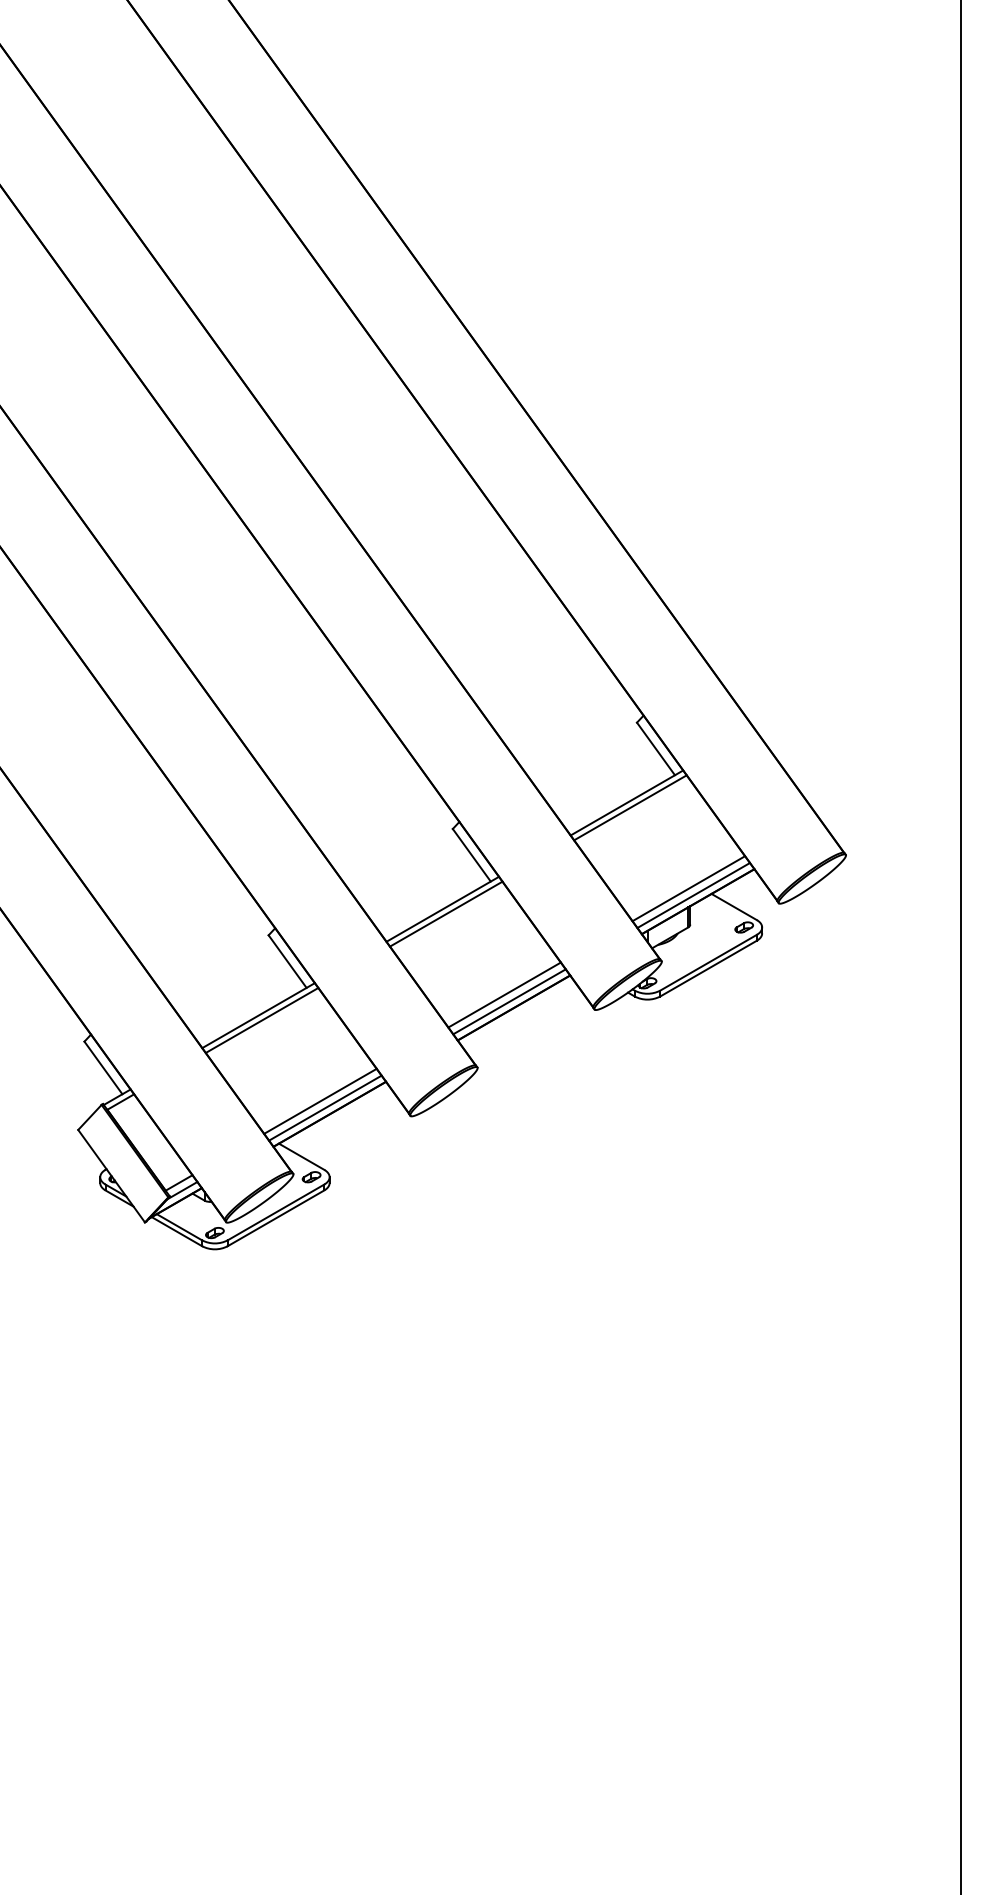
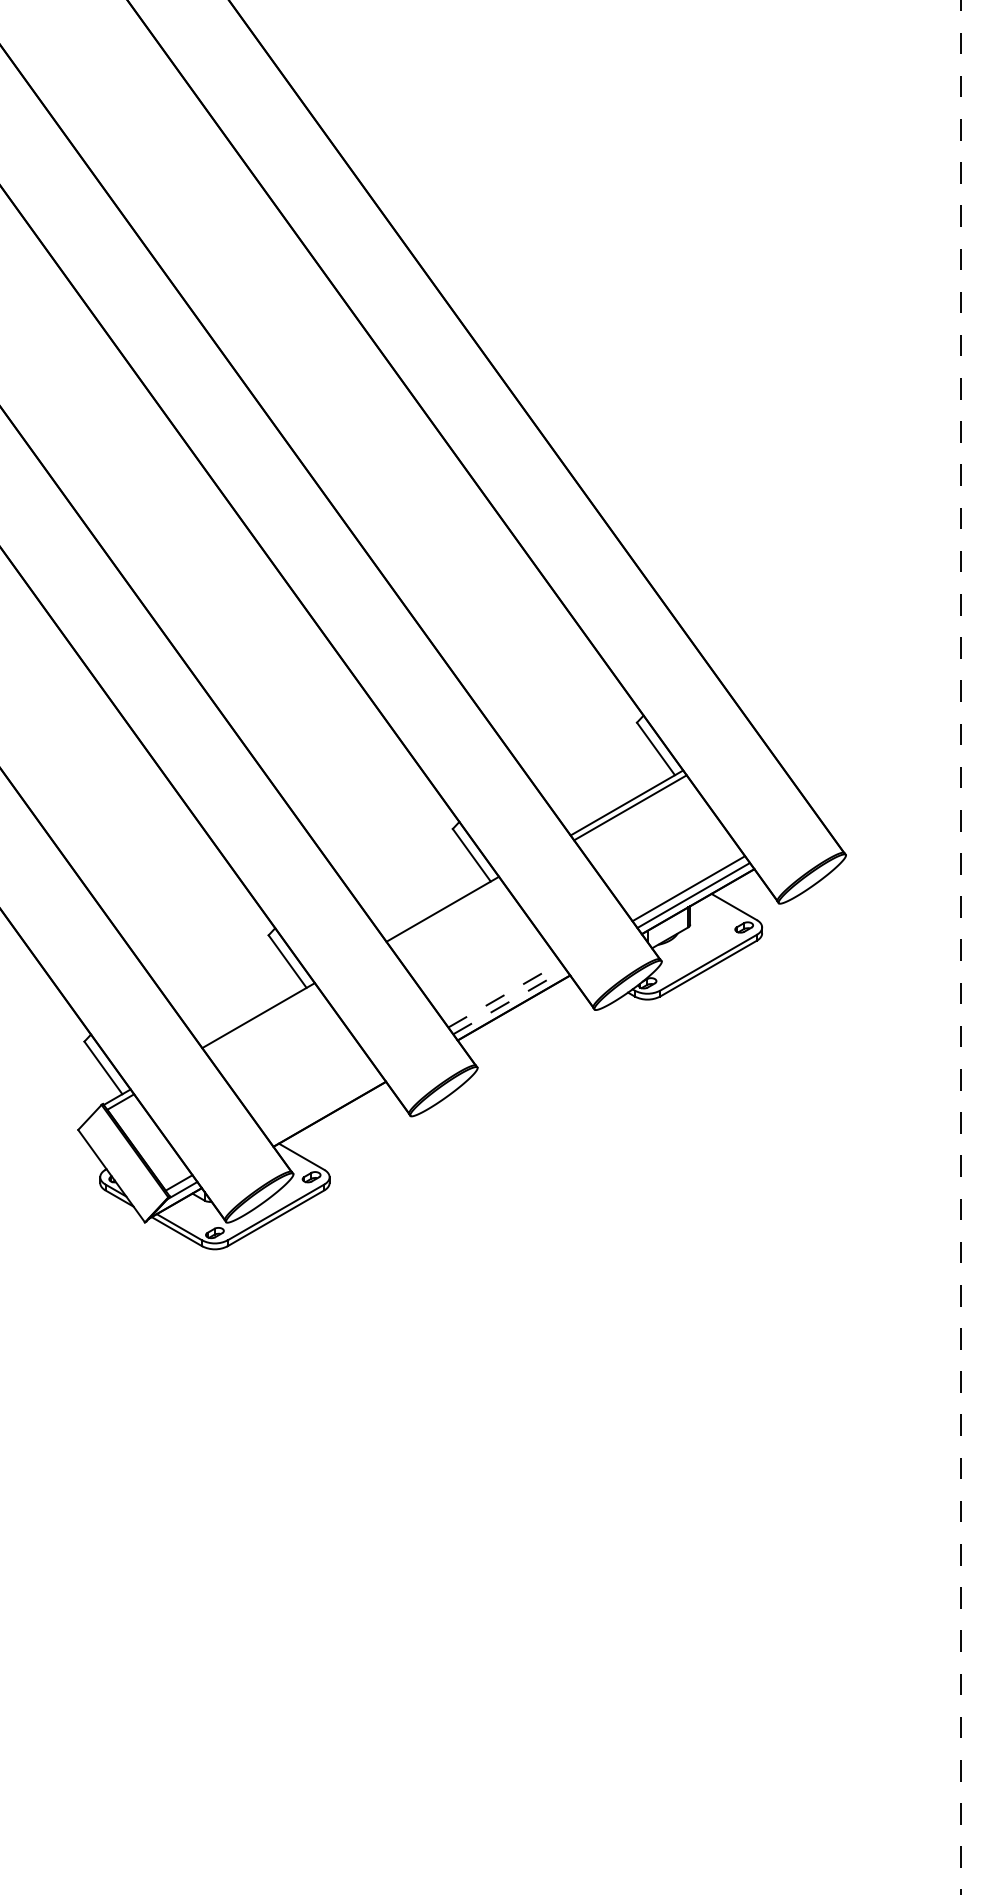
line at (446, 913): present -> none
line at (960, 947): solid -> dashed
line at (504, 995): solid -> dashed
line at (509, 1001): solid -> dashed
line at (261, 1019): present -> none
line at (320, 1100): present -> none
line at (325, 1107): present -> none
